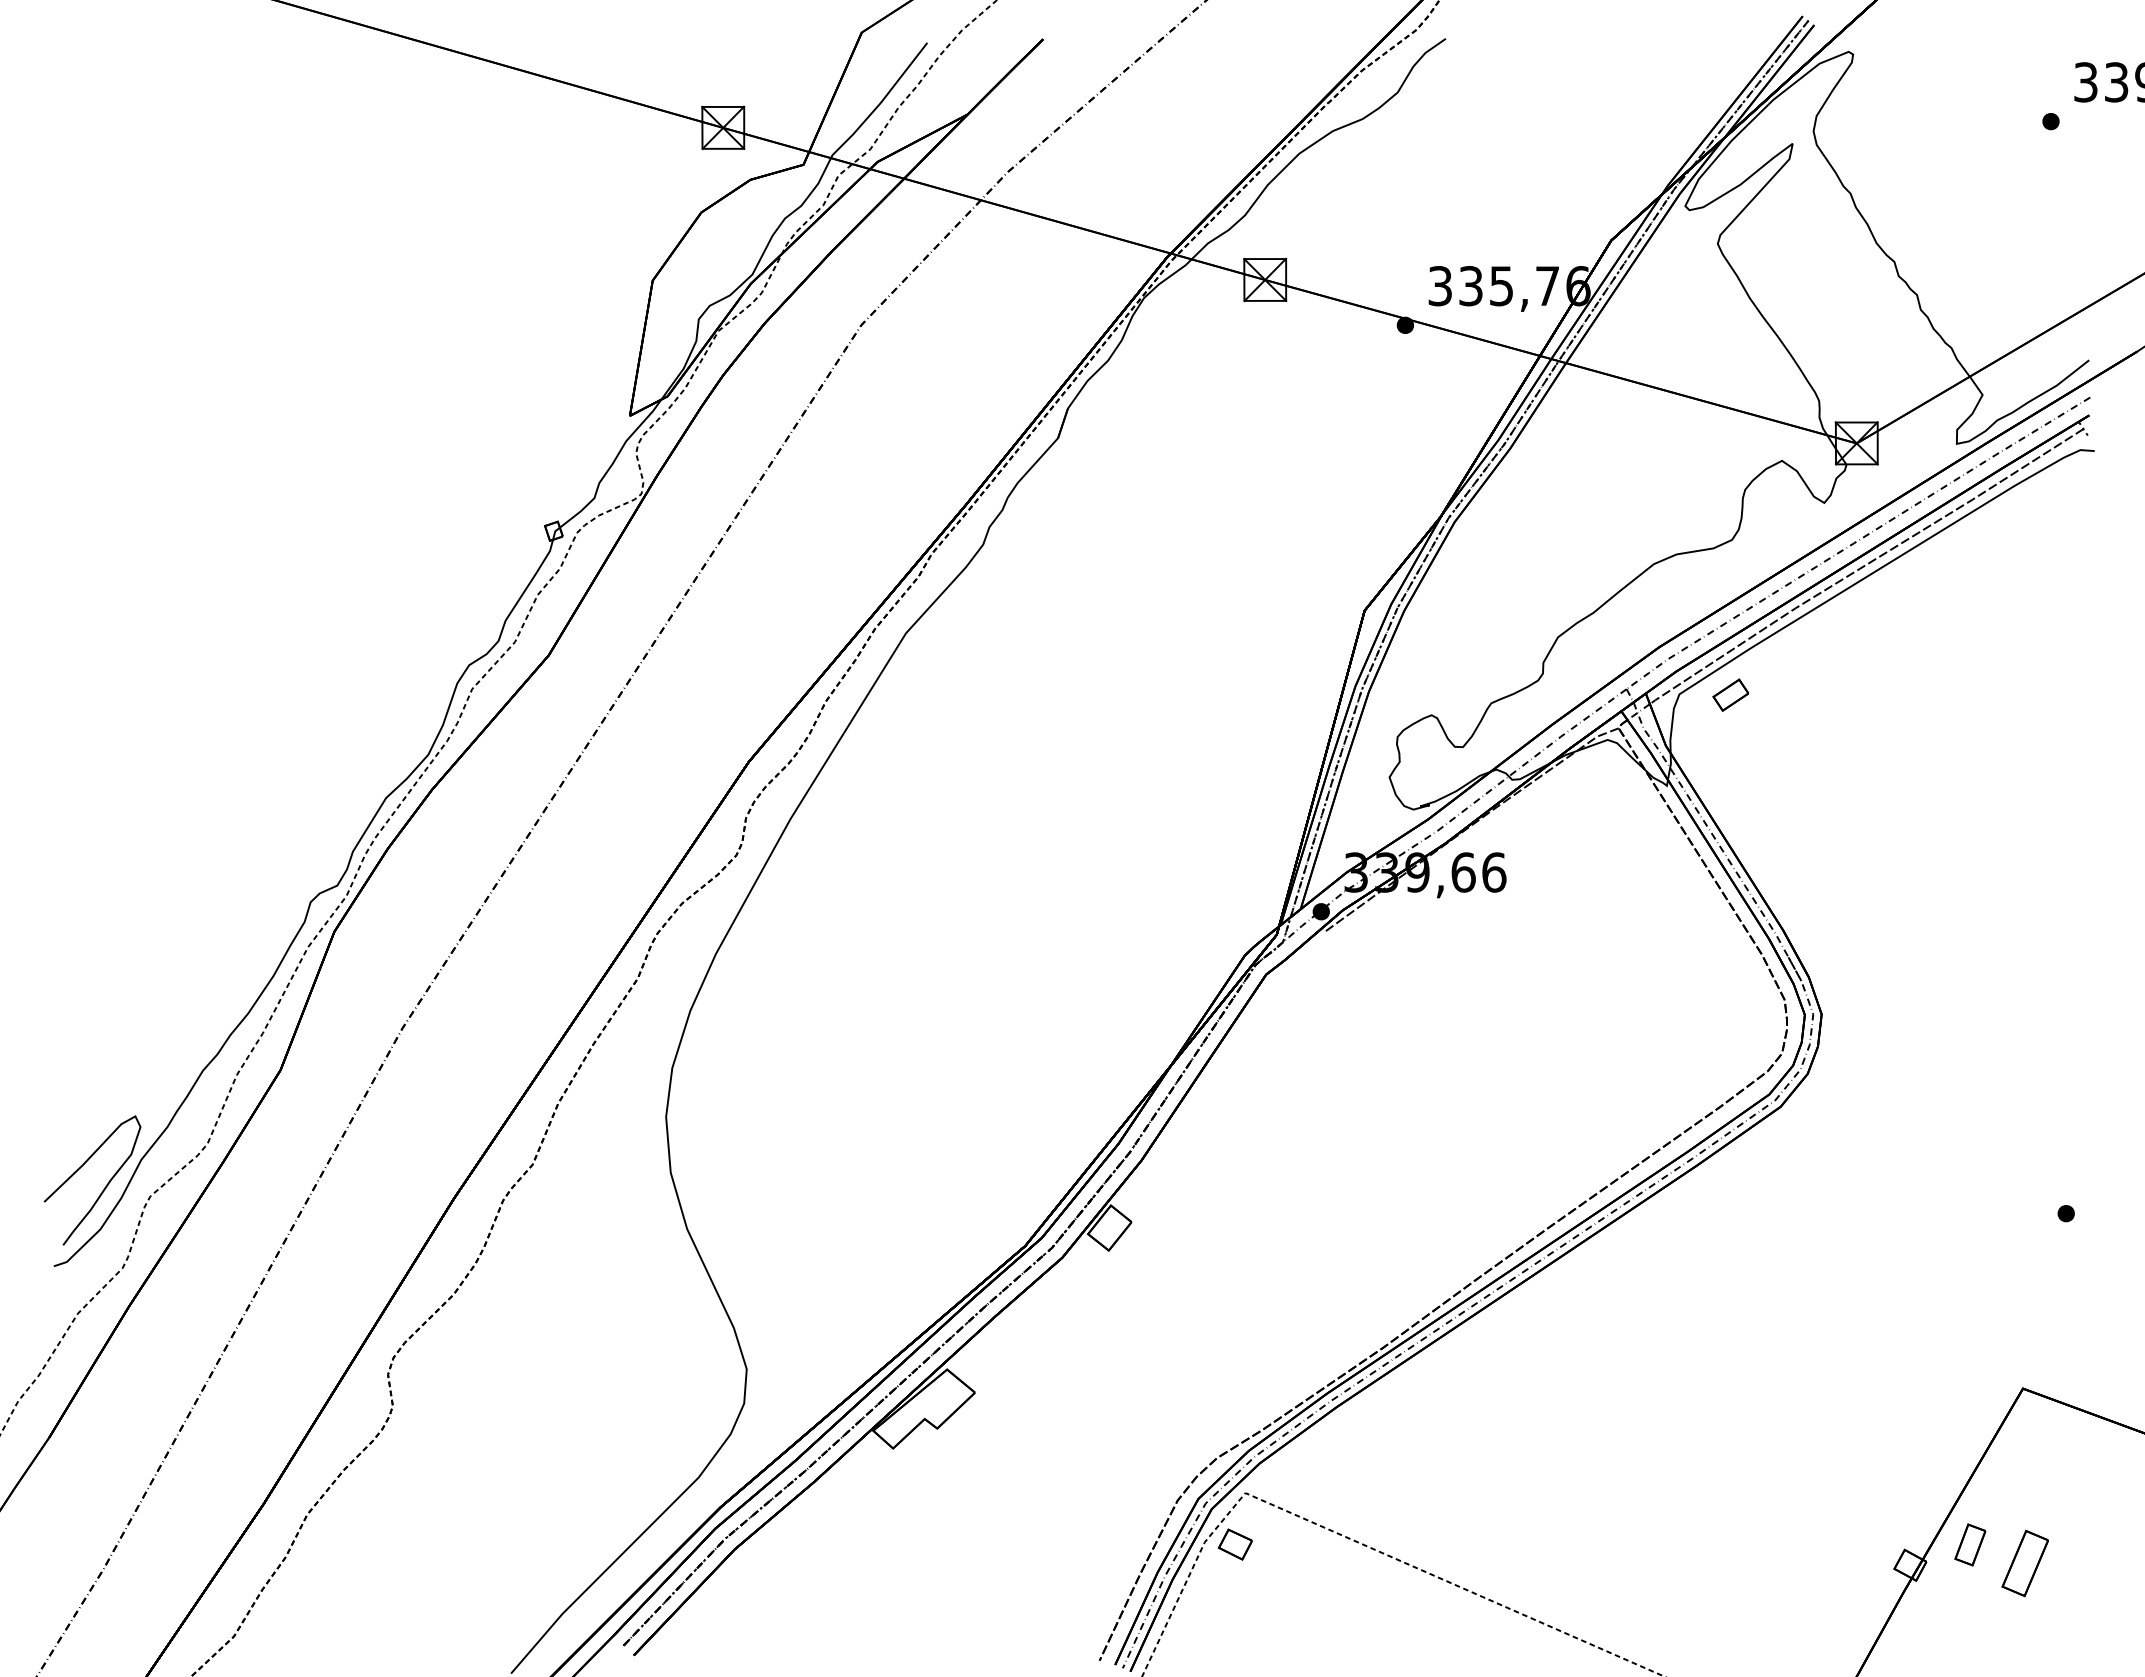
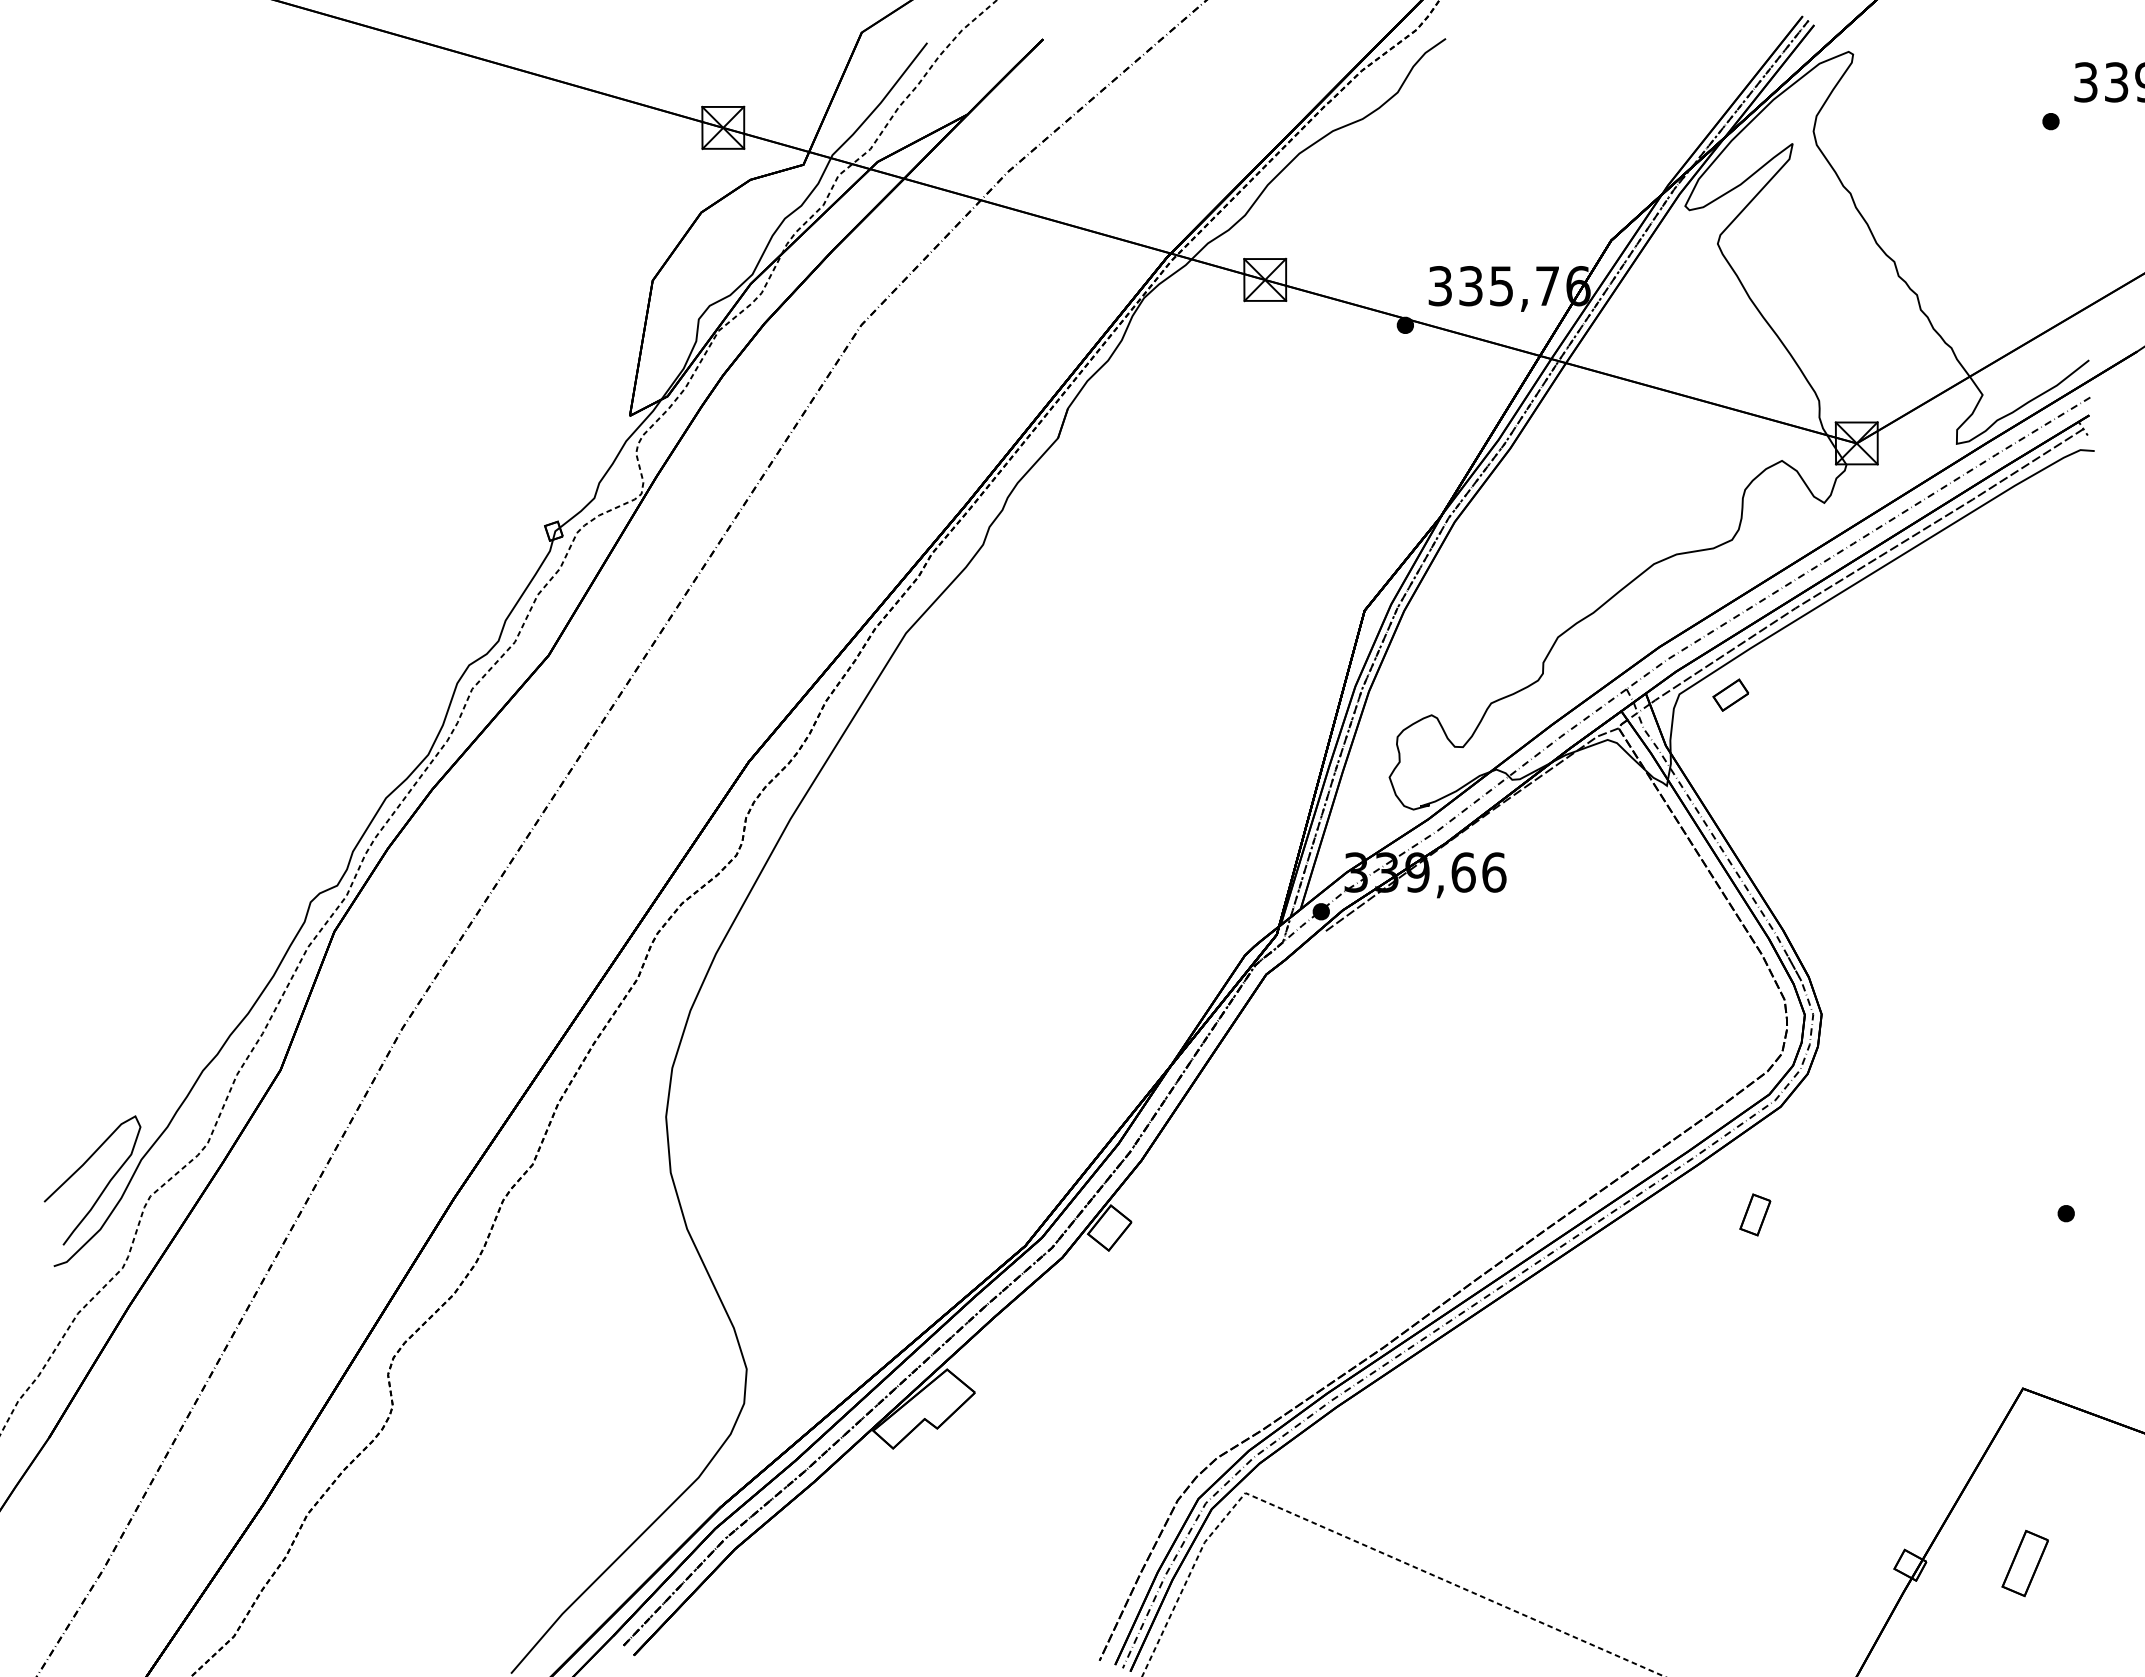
part at (1234, 1544): present -> none
part at (1970, 1544) position: (1970, 1544) -> (1755, 1214)
